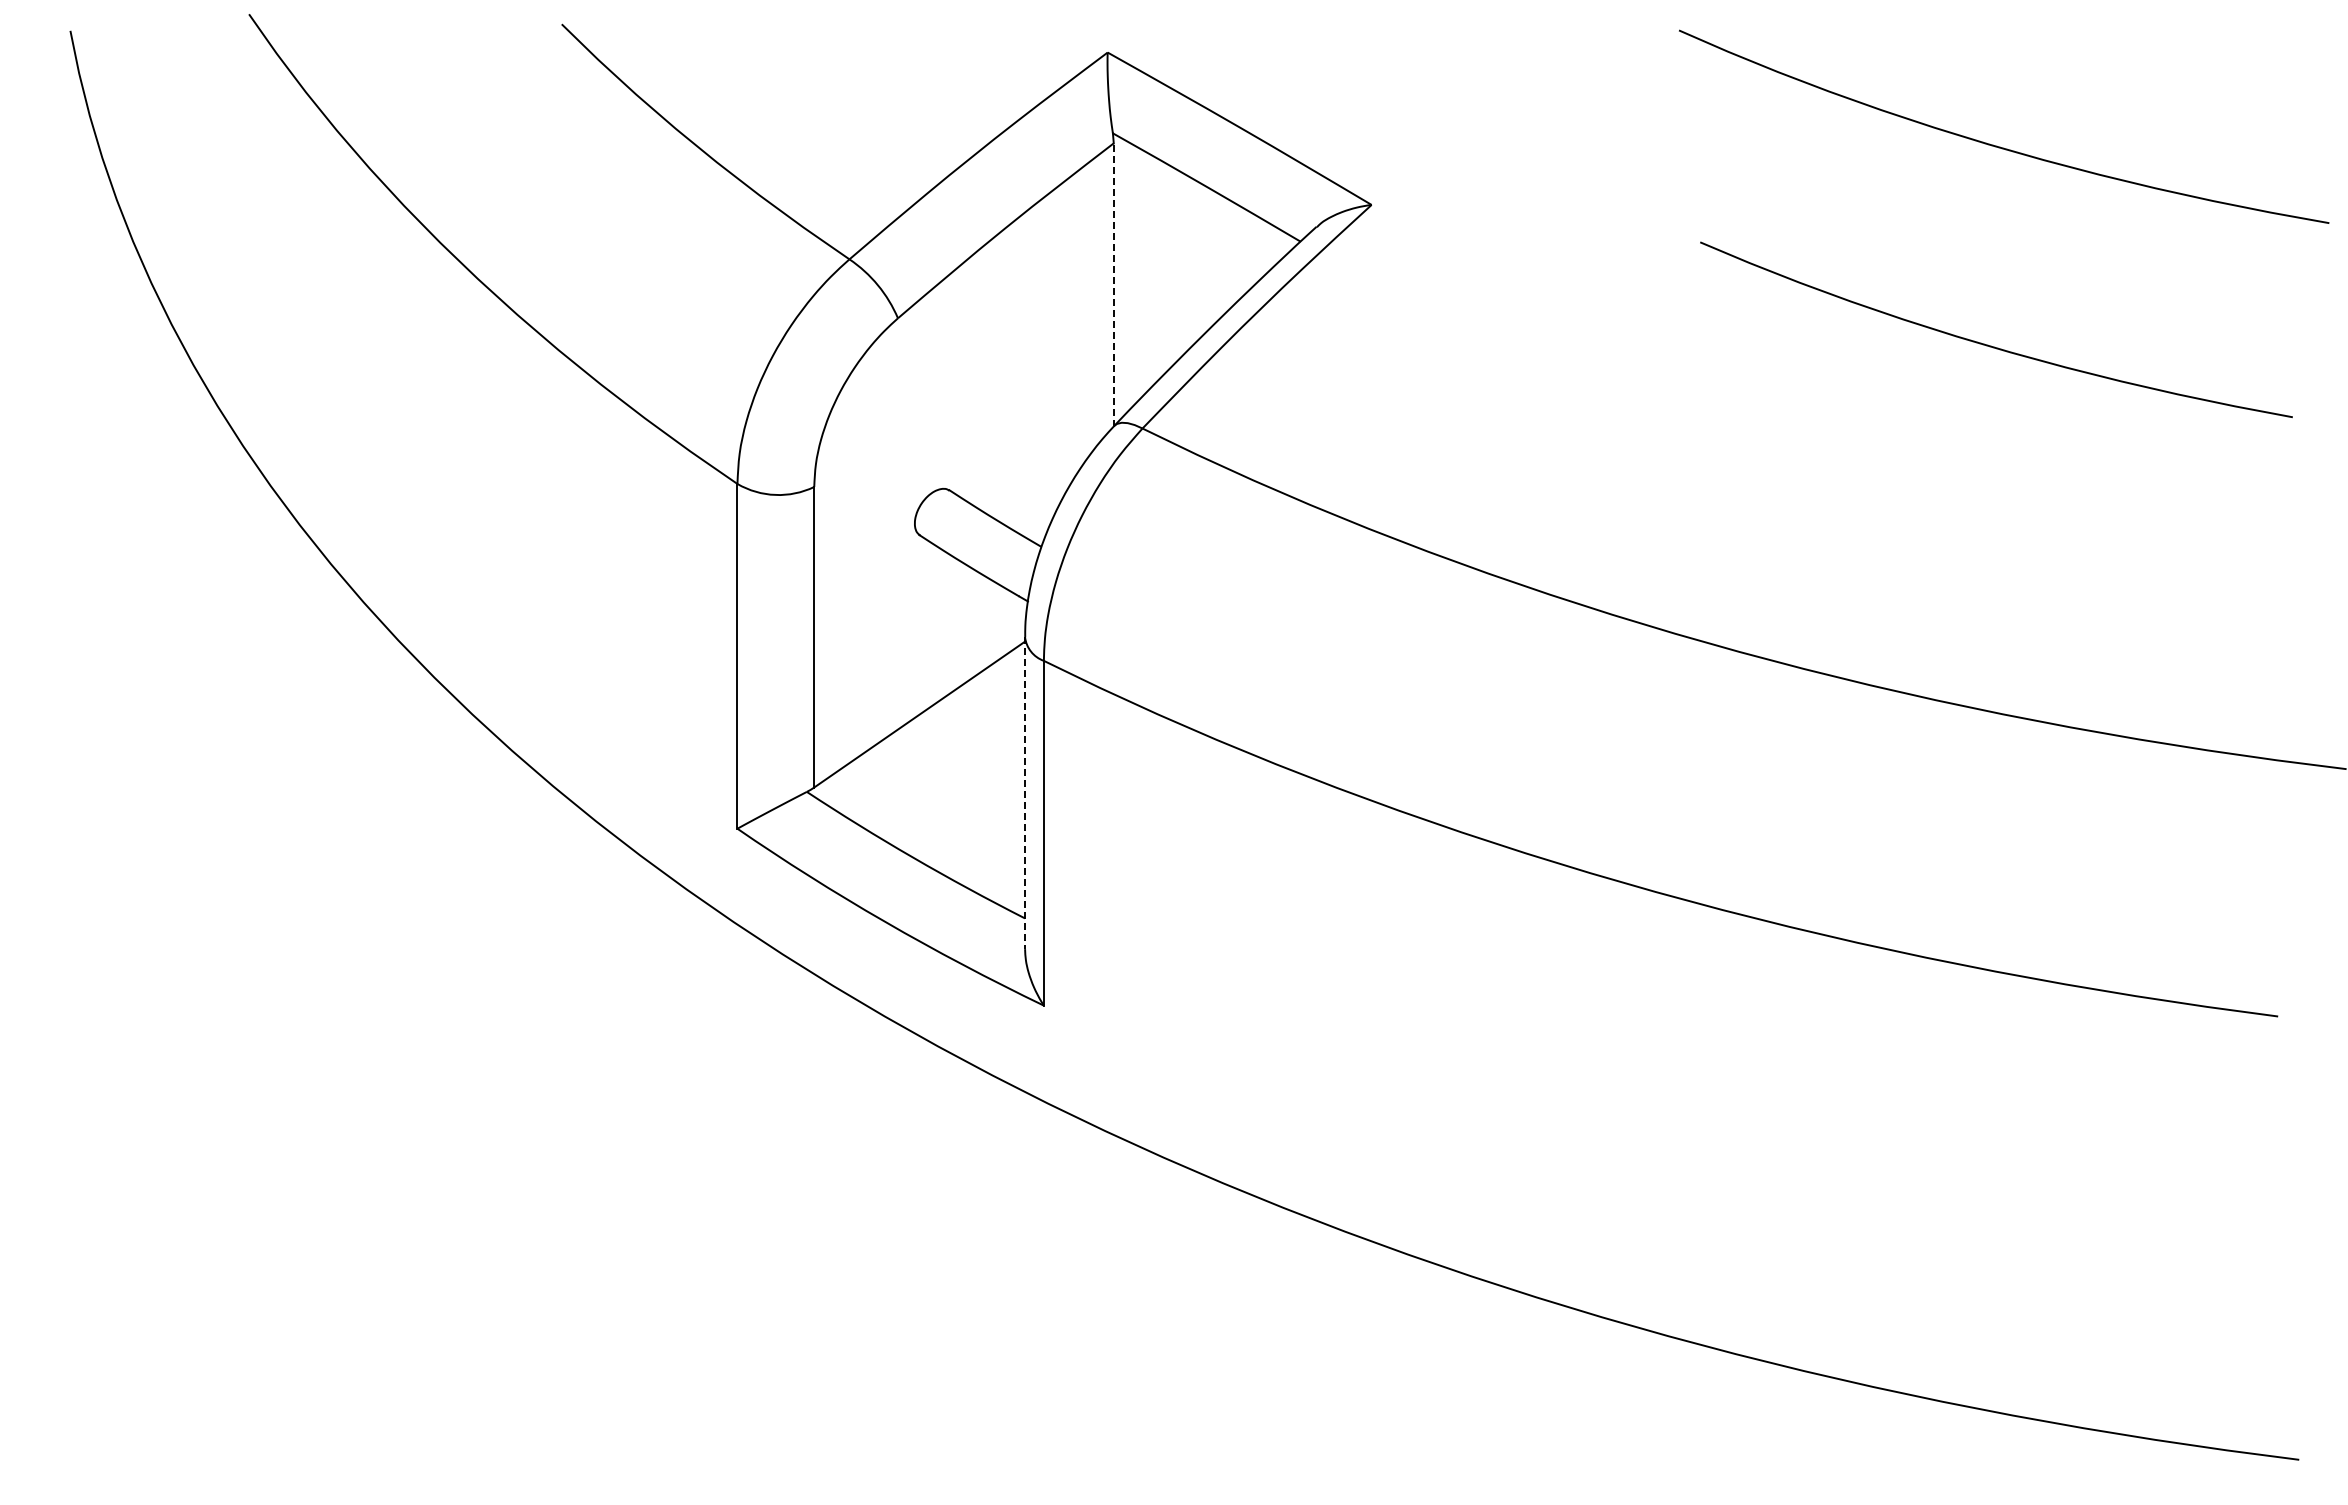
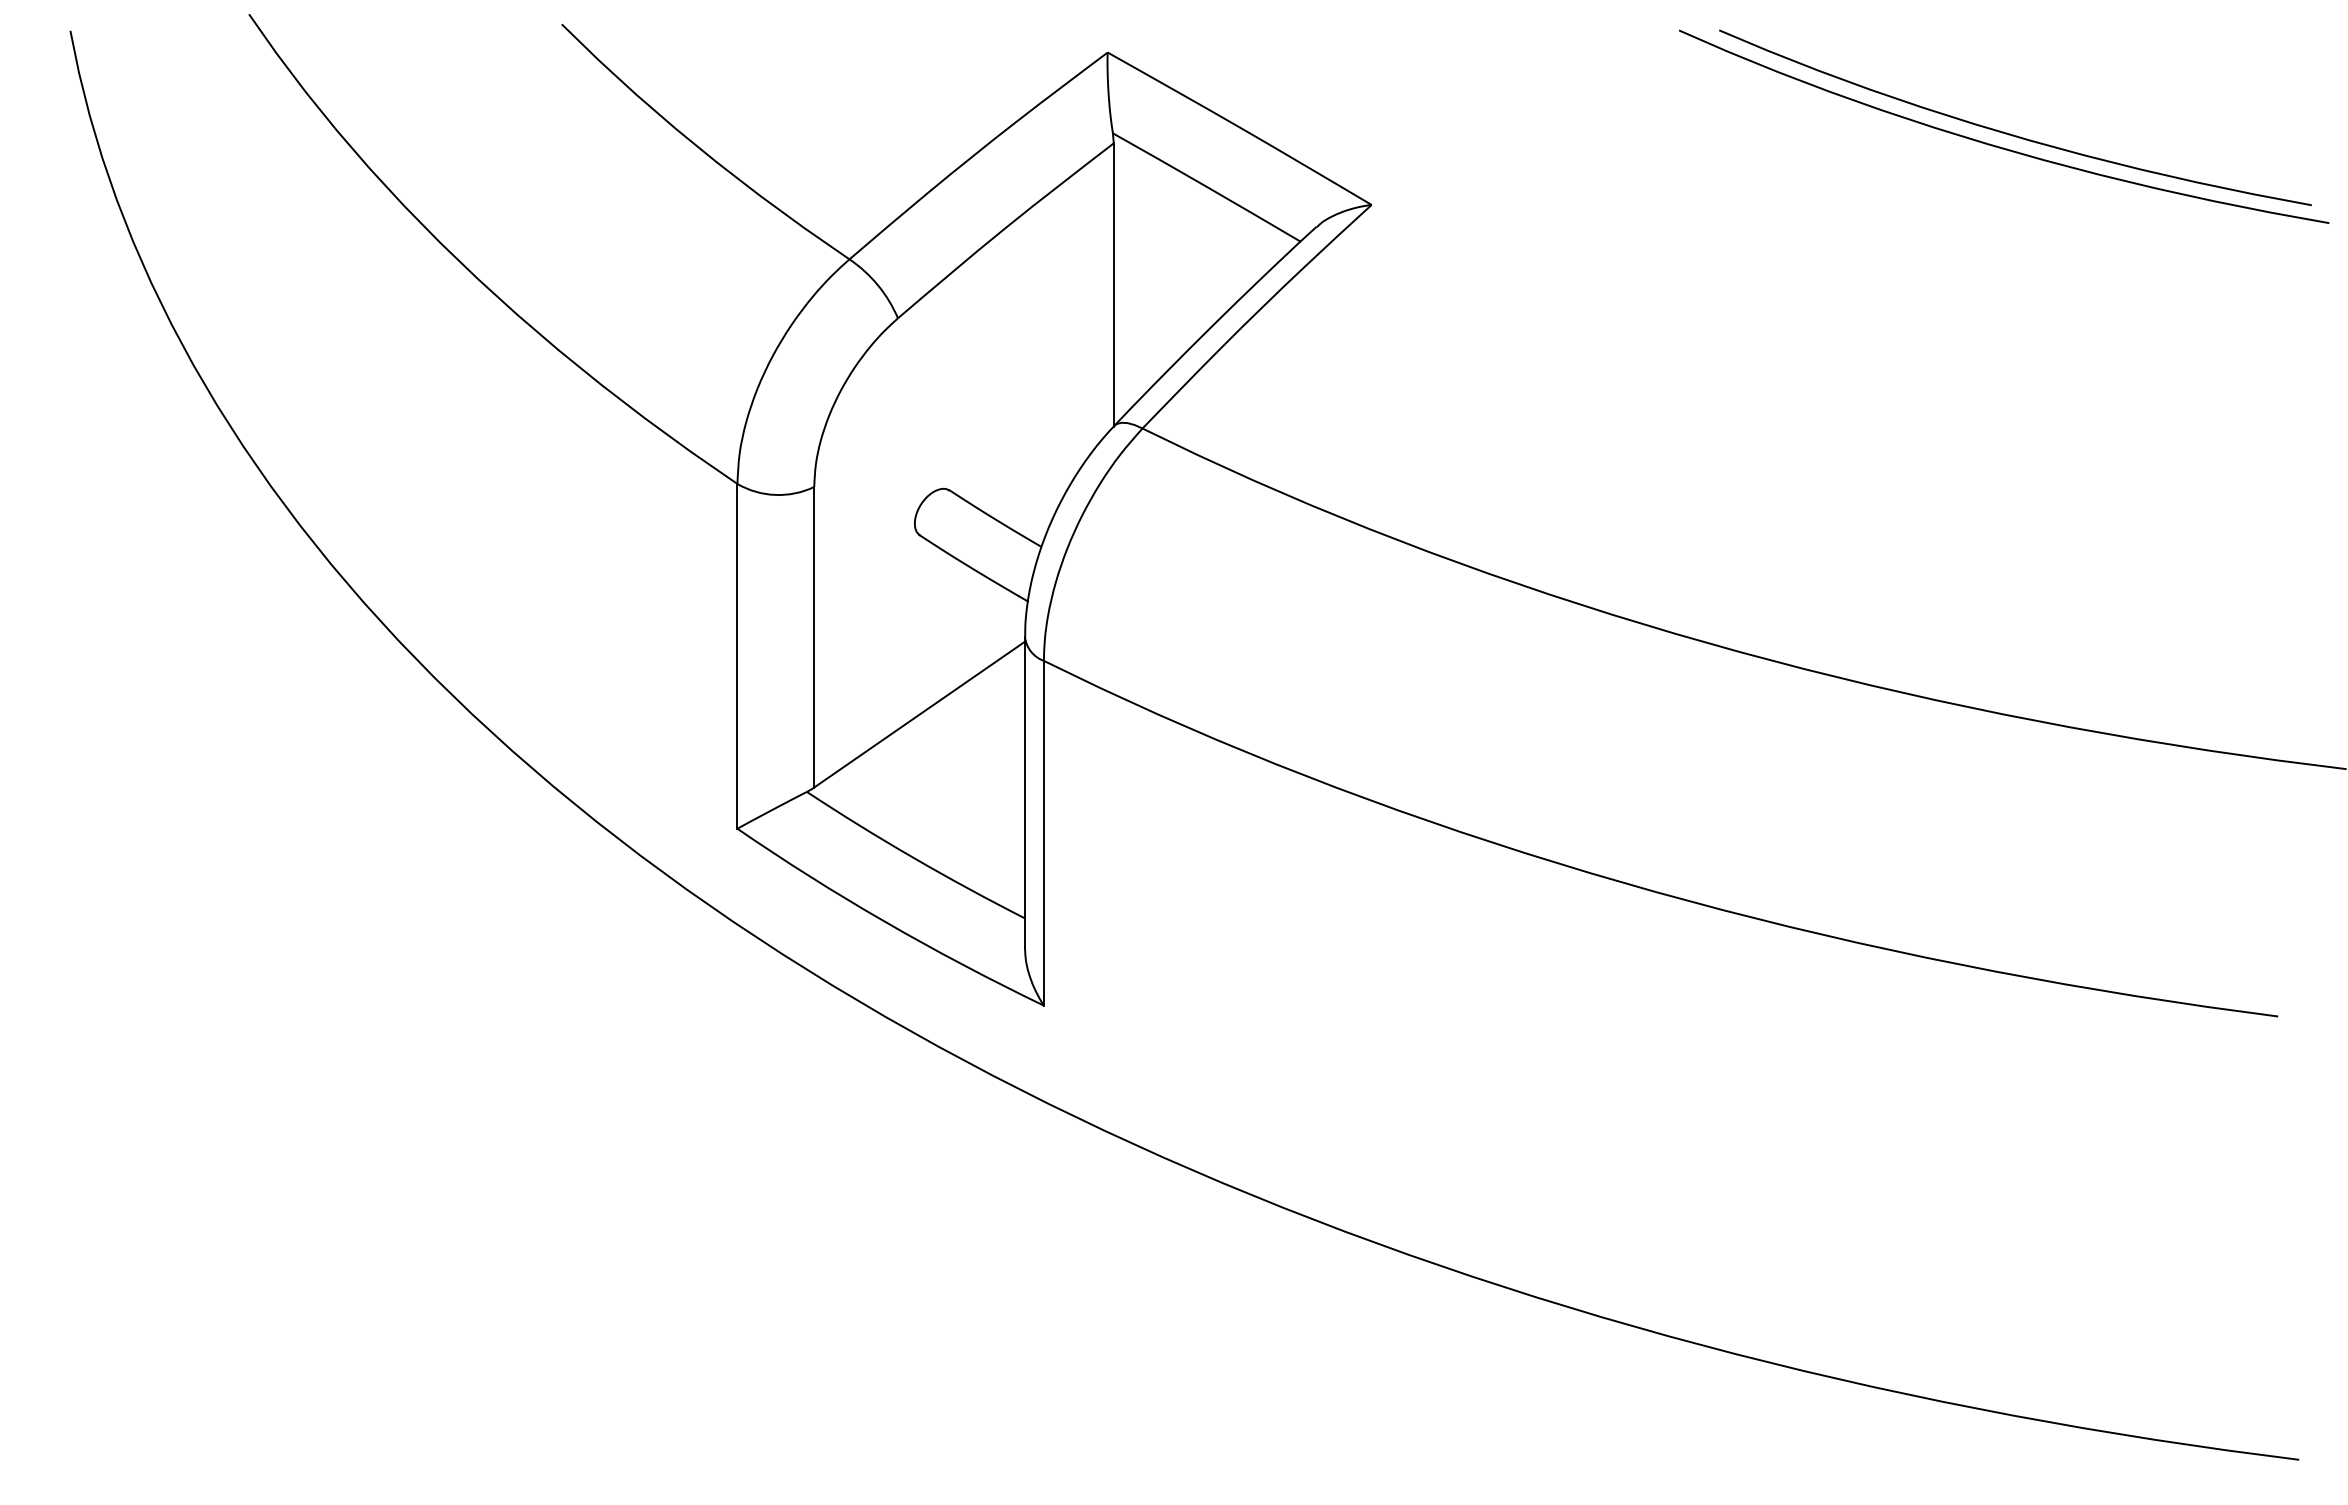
line at (1113, 284): dashed -> solid
curve at (1991, 345) position: (1991, 345) -> (2010, 133)
line at (1025, 793): dashed -> solid
